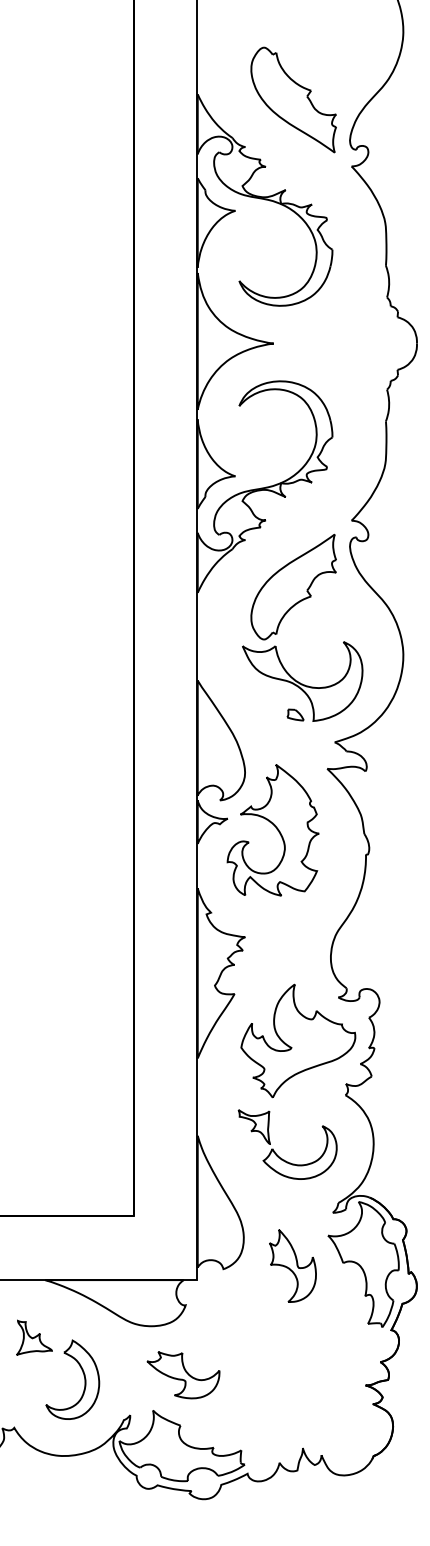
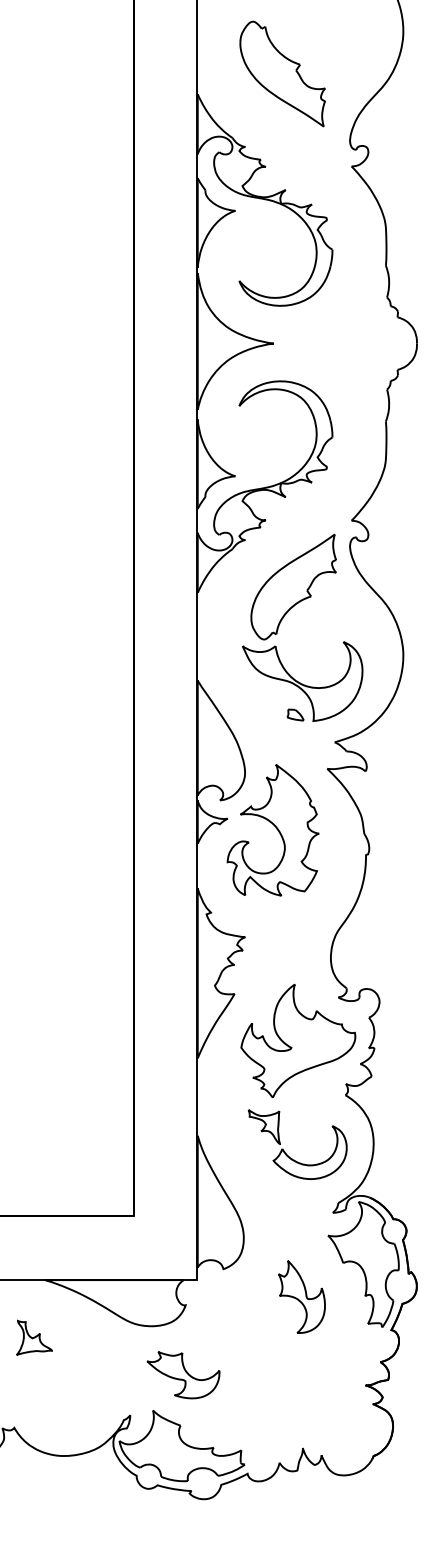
part at (293, 99) position: (293, 99) -> (282, 73)
part at (275, 1151) position: (275, 1151) -> (285, 1151)
part at (292, 1265) position: (292, 1265) -> (301, 1296)
part at (83, 1376): present -> none
